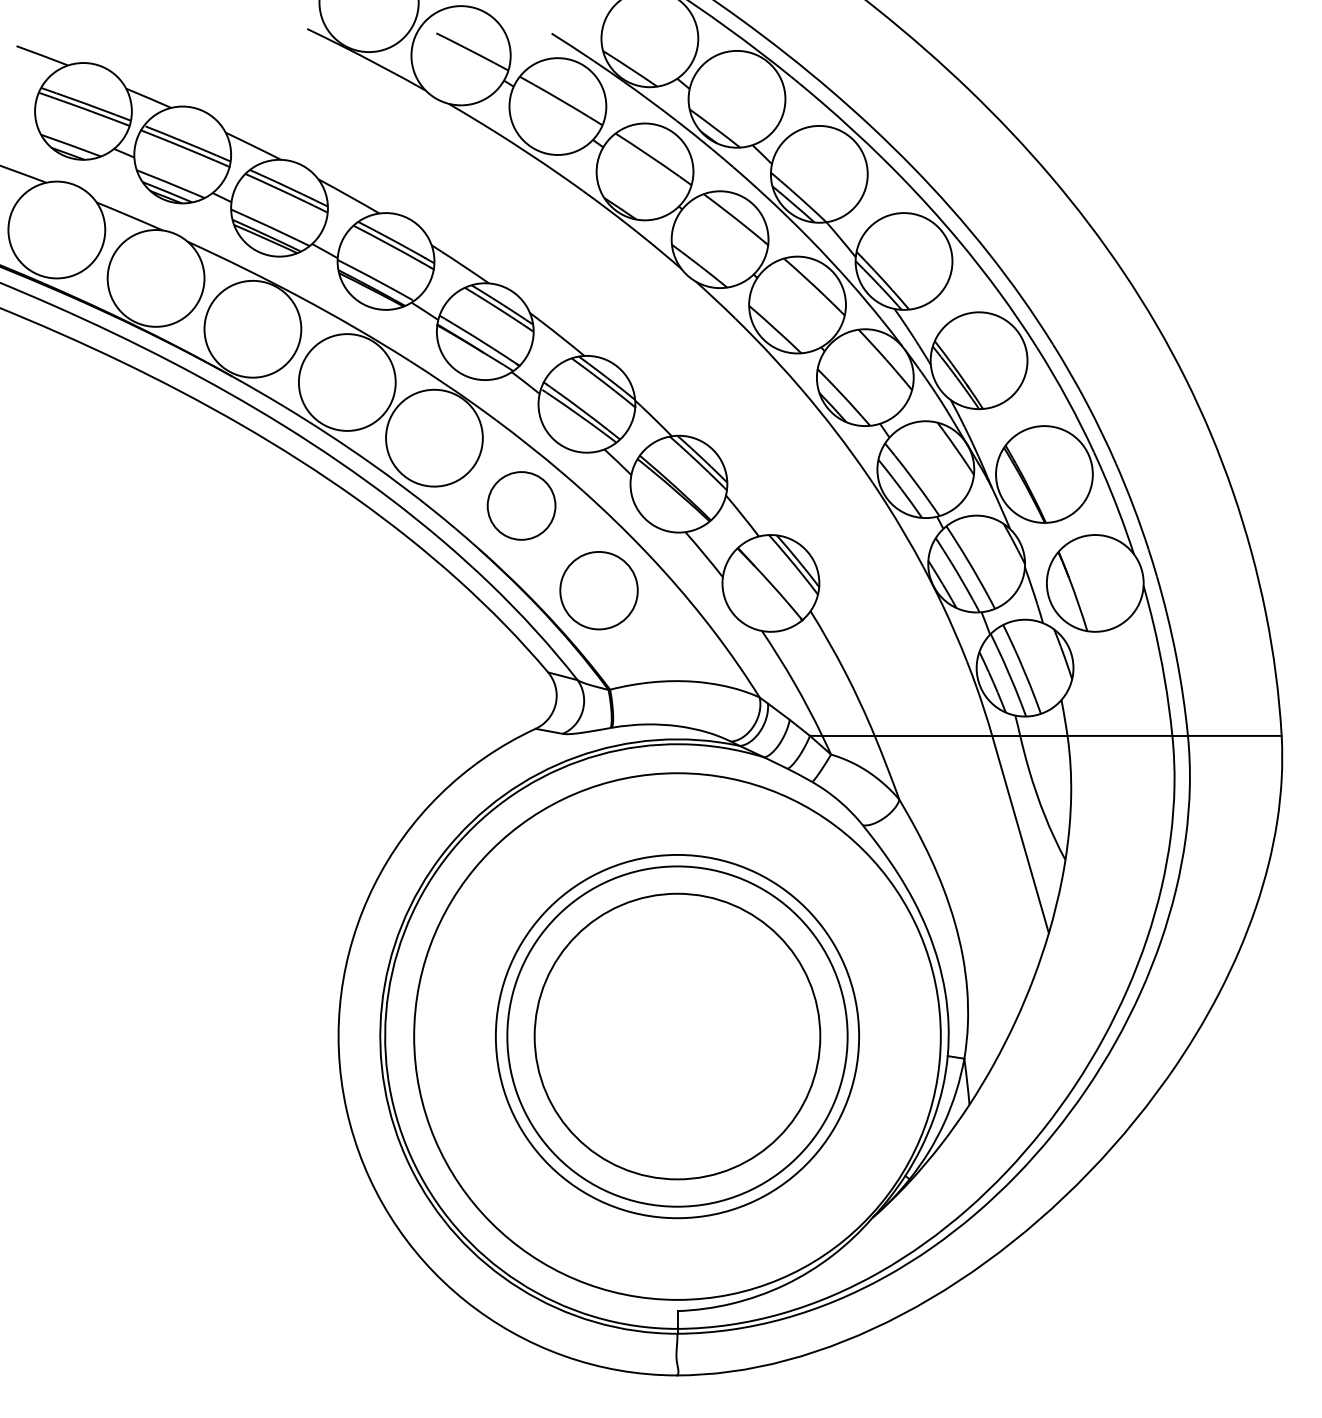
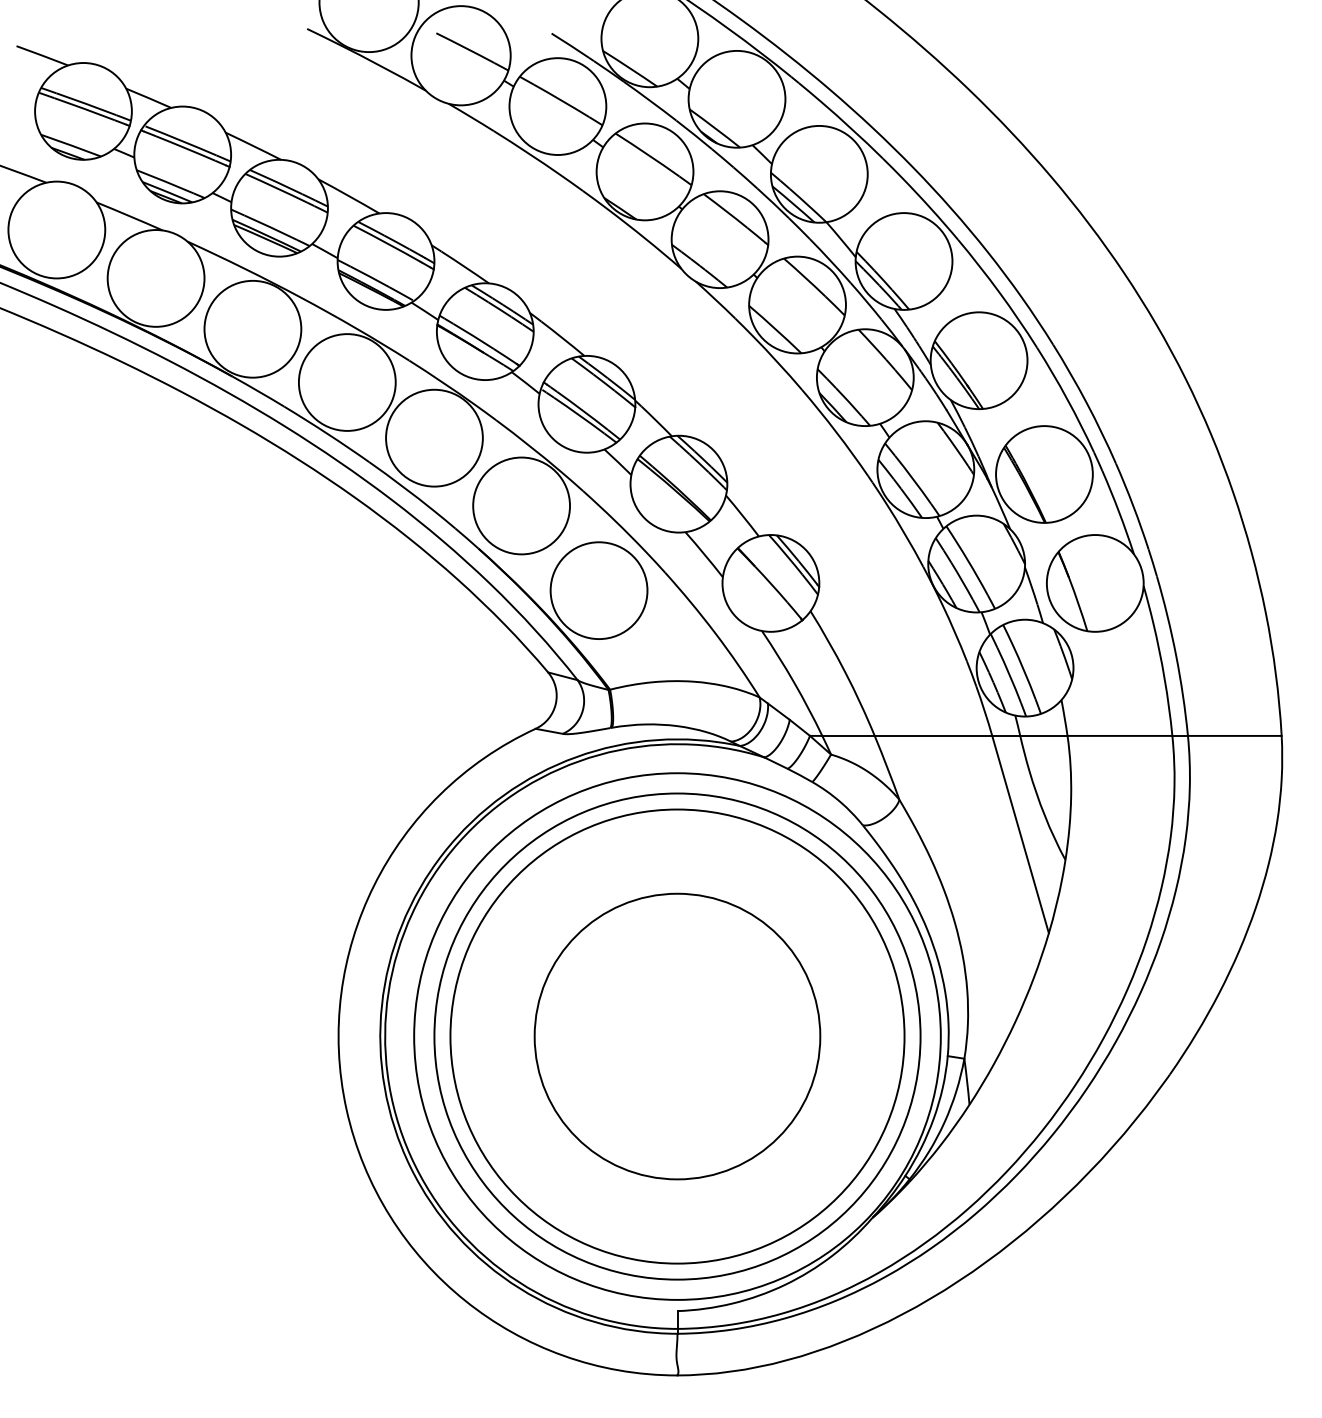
circle at (521, 505) diameter: 68 px -> 97 px
circle at (598, 590) diameter: 77 px -> 97 px
circle at (677, 1036) diameter: 340 px -> 486 px
circle at (677, 1036) diameter: 363 px -> 454 px
